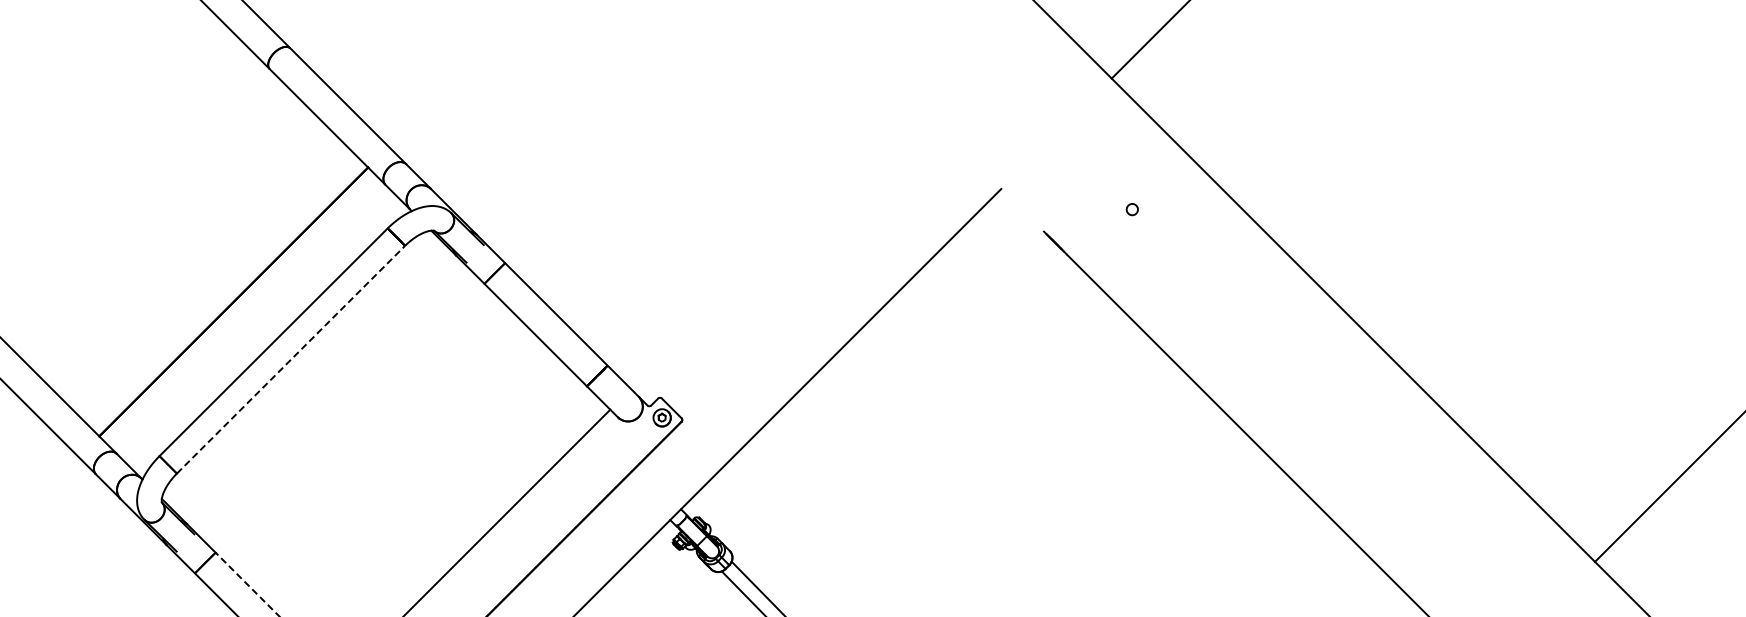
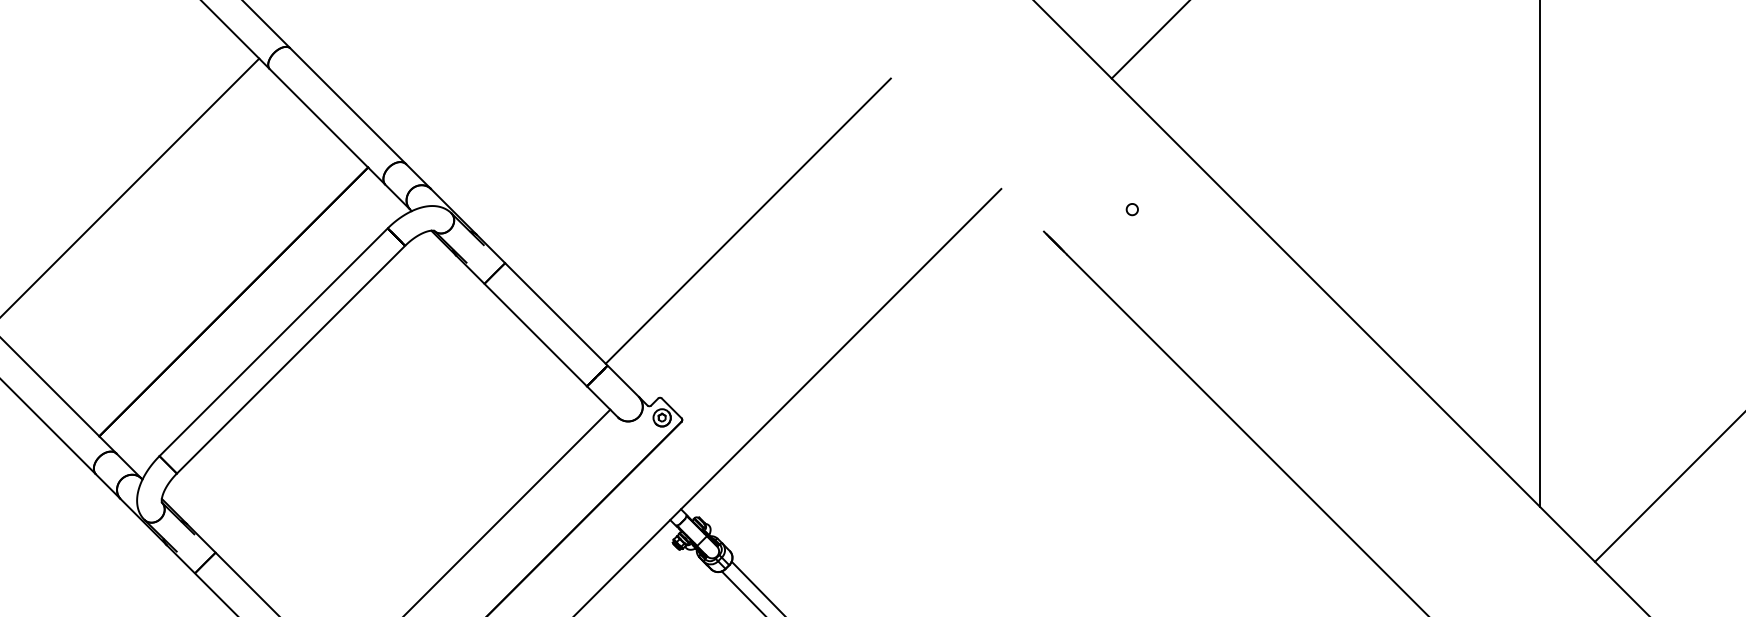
line at (130, 186): none -> present
line at (747, 220): none -> present
line at (1540, 254): none -> present
line at (291, 359): dashed -> solid
line at (247, 584): dashed -> solid
